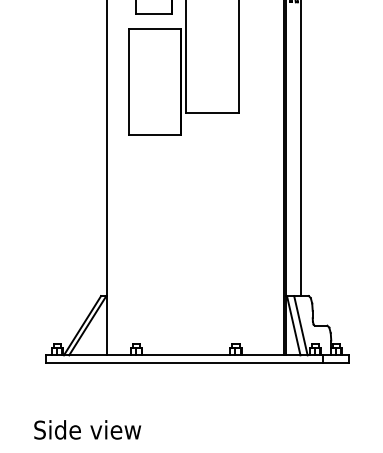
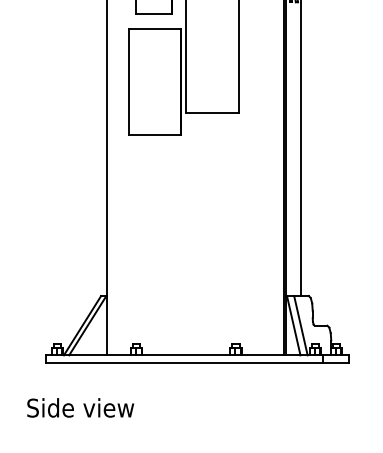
text at (87, 429) position: (87, 429) -> (80, 407)
